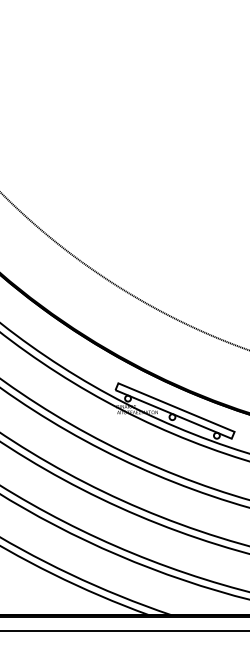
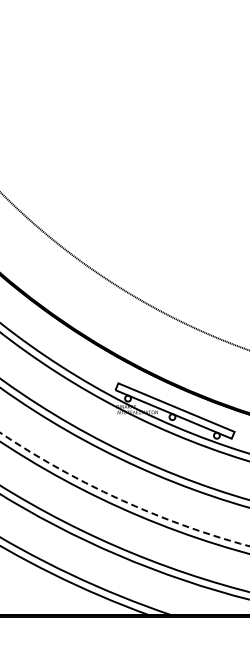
arc at (120, 499): solid -> dashed
line at (124, 631): present -> none
